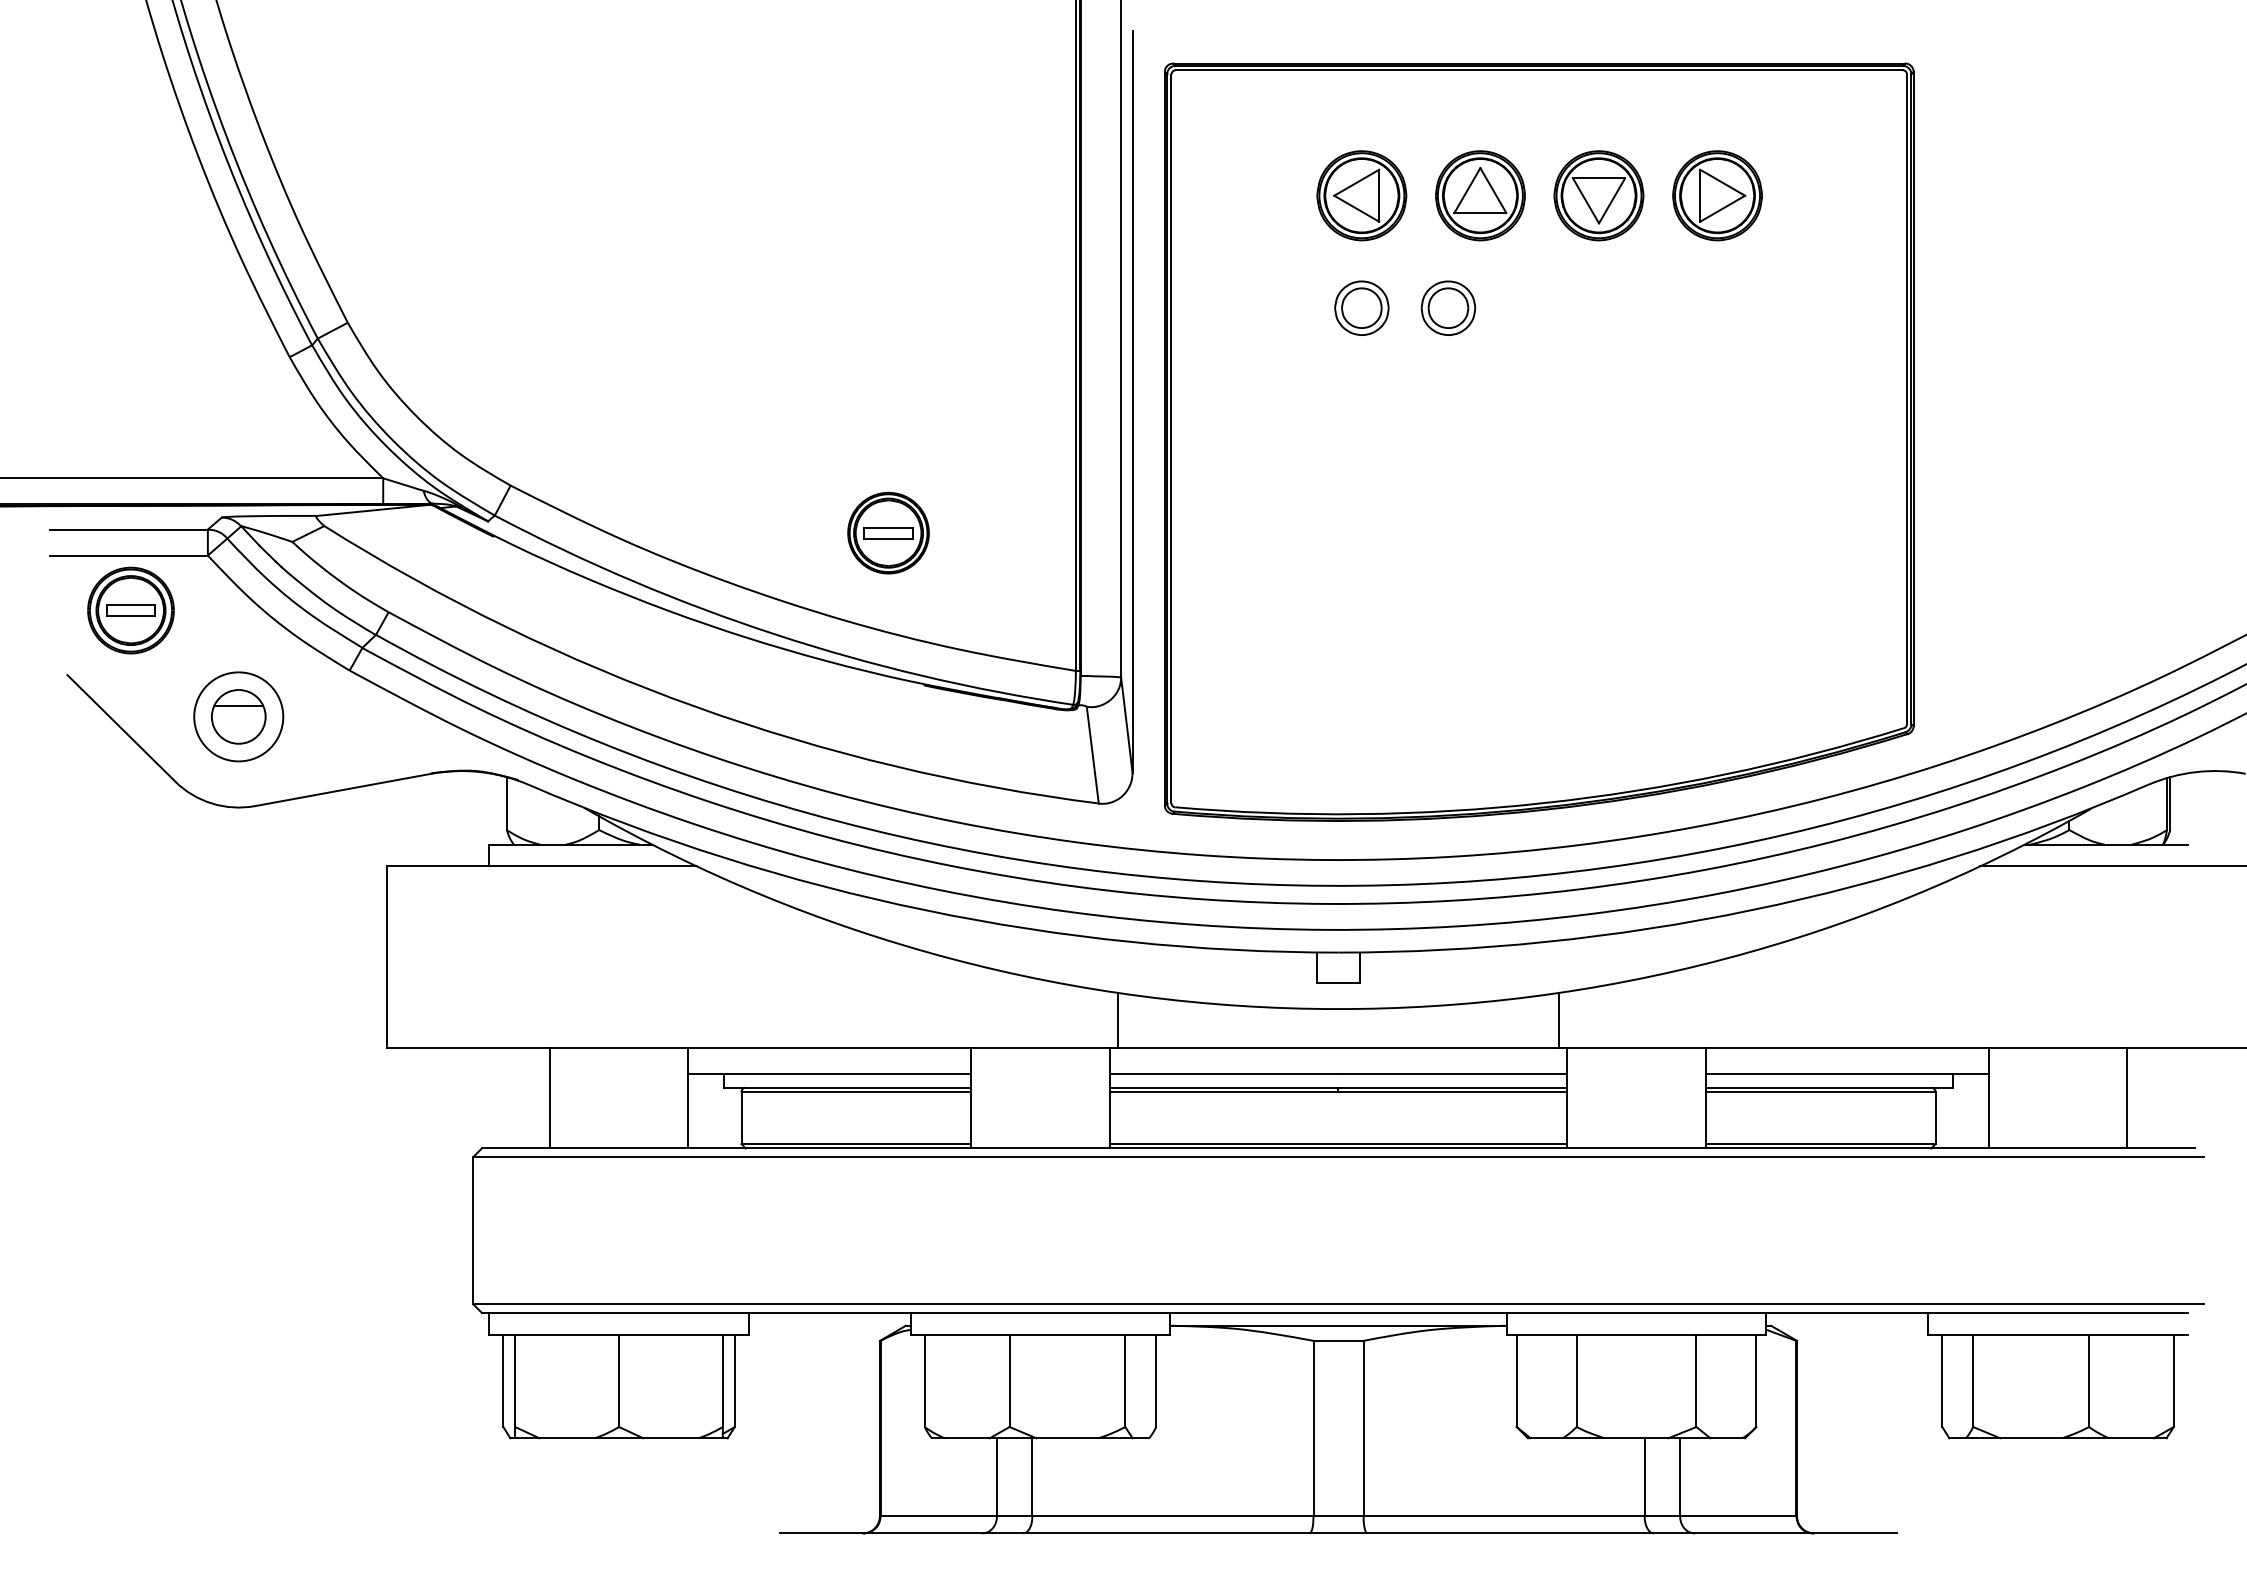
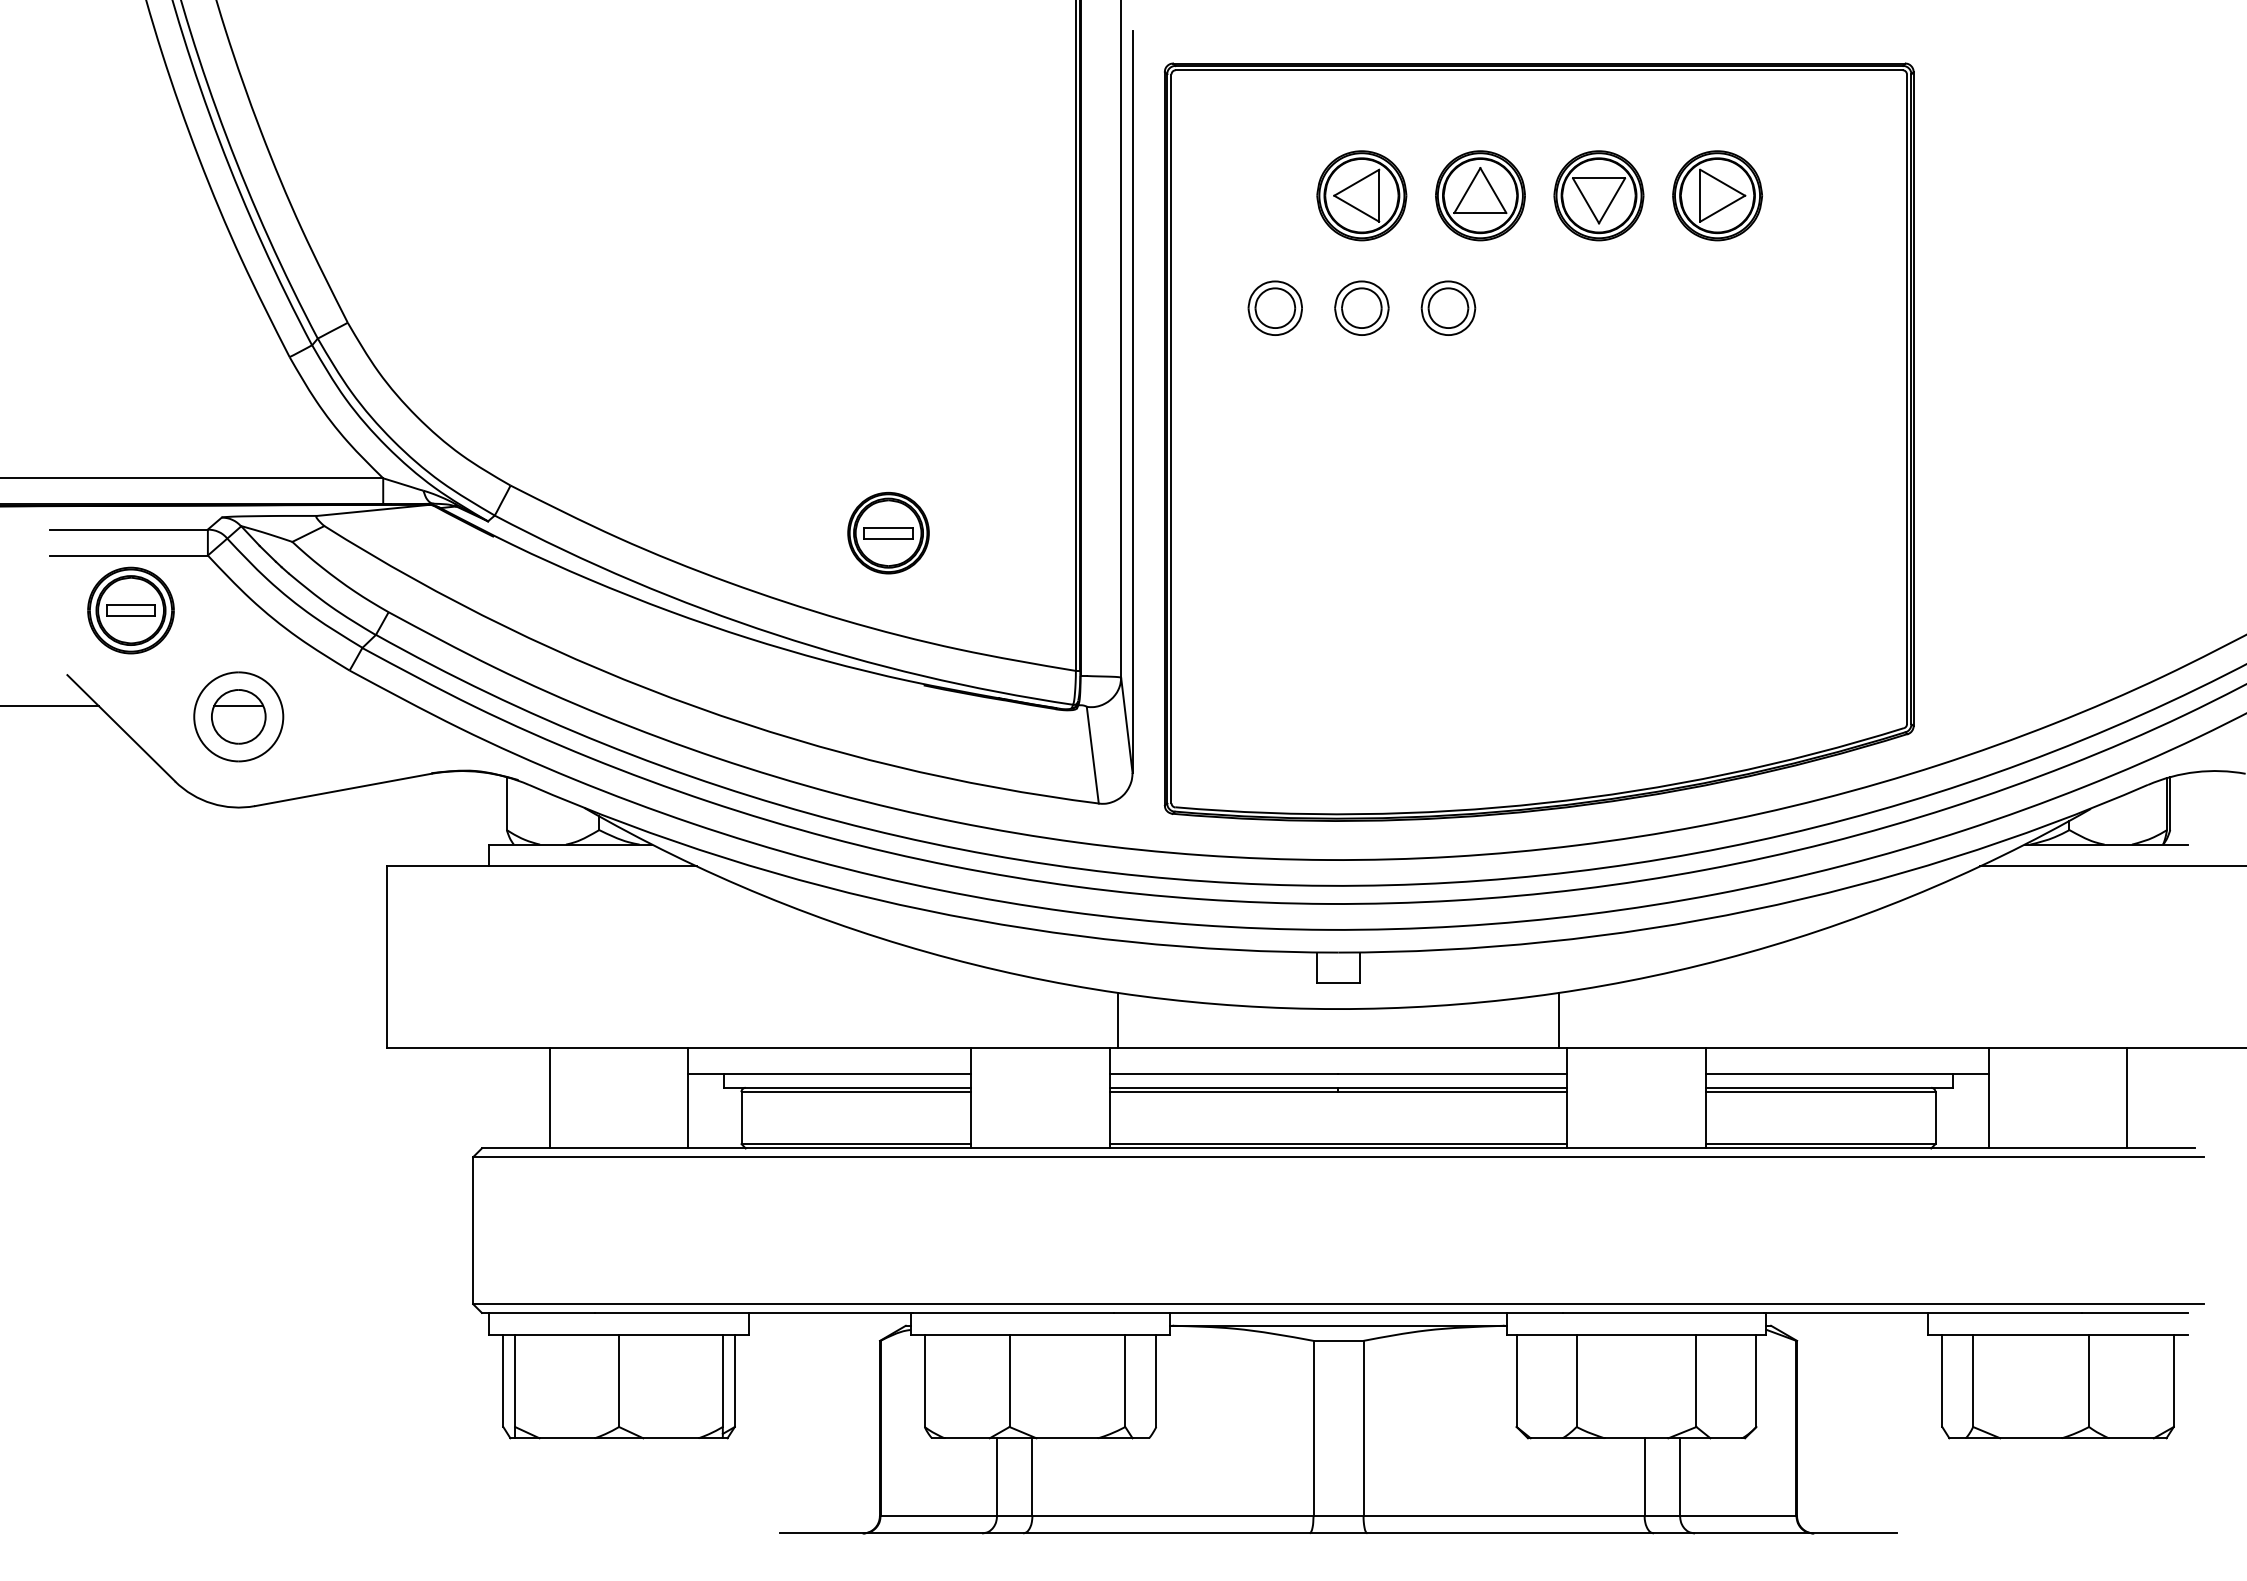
part at (1274, 307): none -> present
line at (50, 706): none -> present
